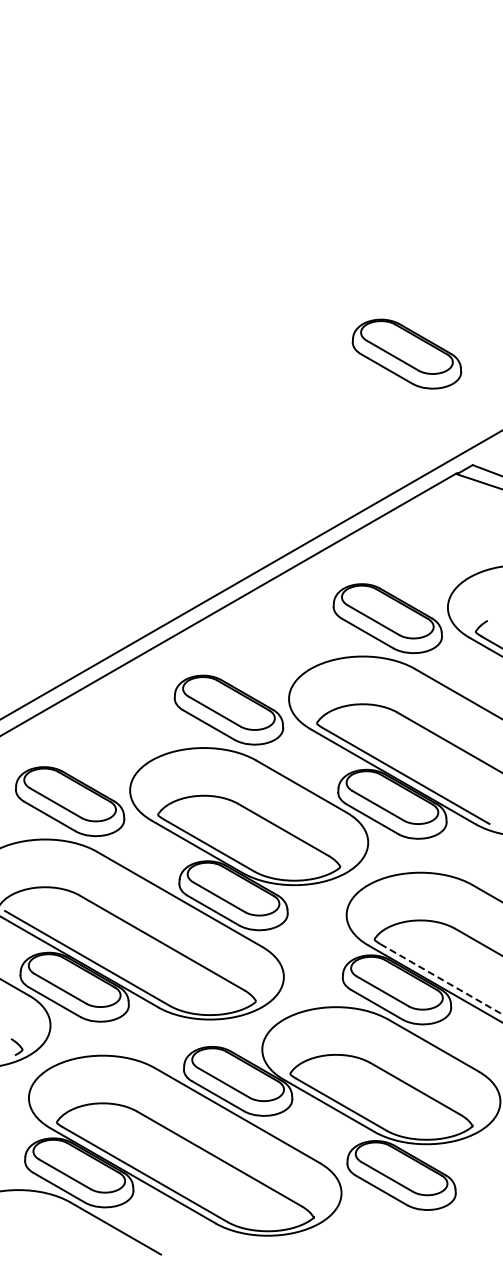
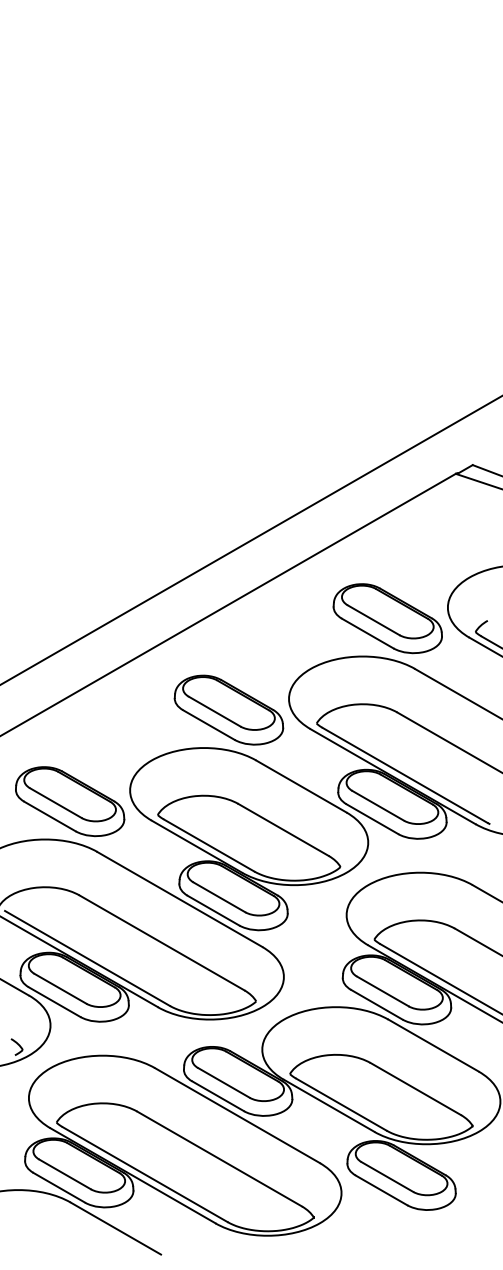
part at (406, 353): present -> none
line at (250, 574) position: (250, 574) -> (250, 540)
line at (441, 979): dashed -> solid
